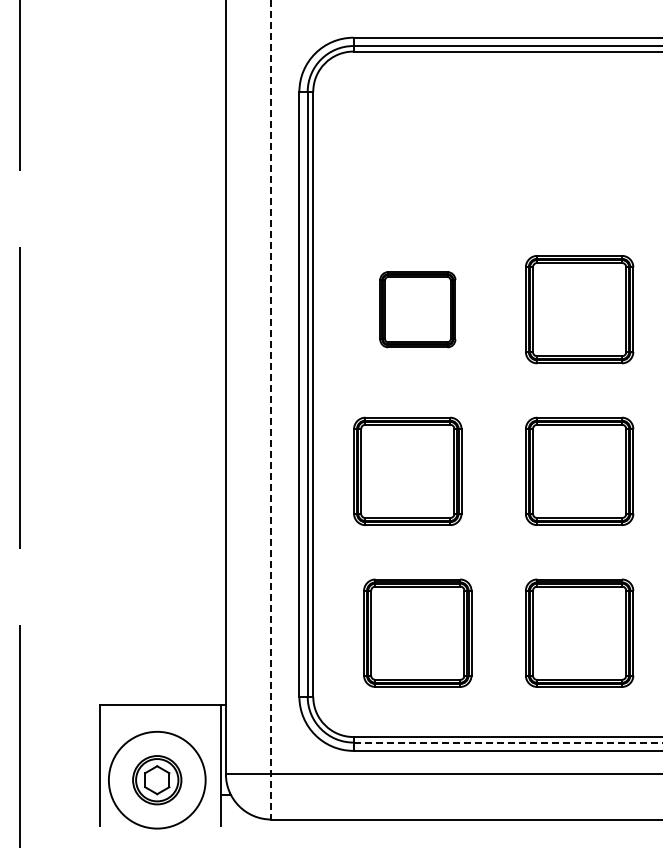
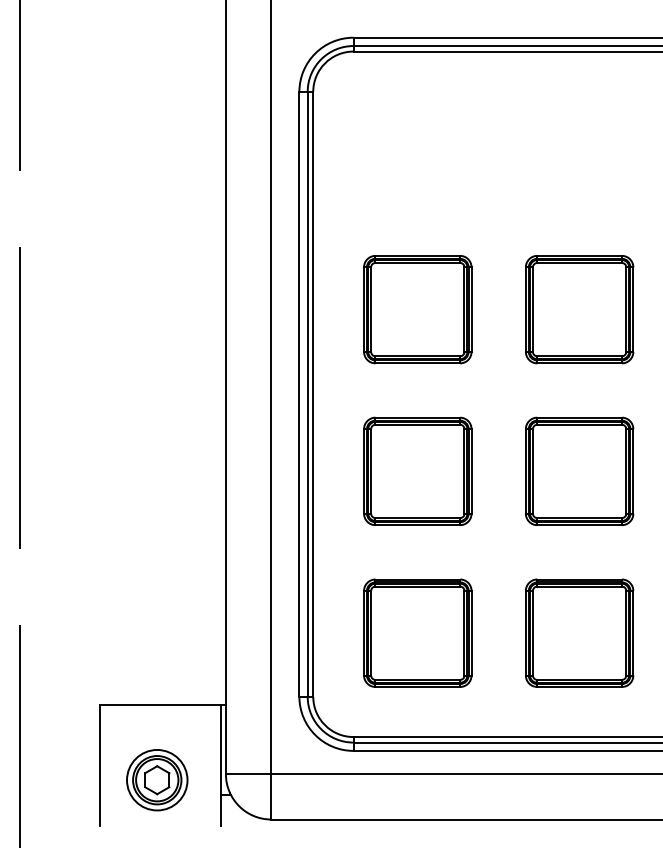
part at (417, 309) size: 78x78 px -> 110x110 px
line at (271, 409): dashed -> solid
part at (407, 470) position: (407, 470) -> (417, 470)
line at (508, 742): dashed -> solid
circle at (156, 779) diameter: 97 px -> 60 px
